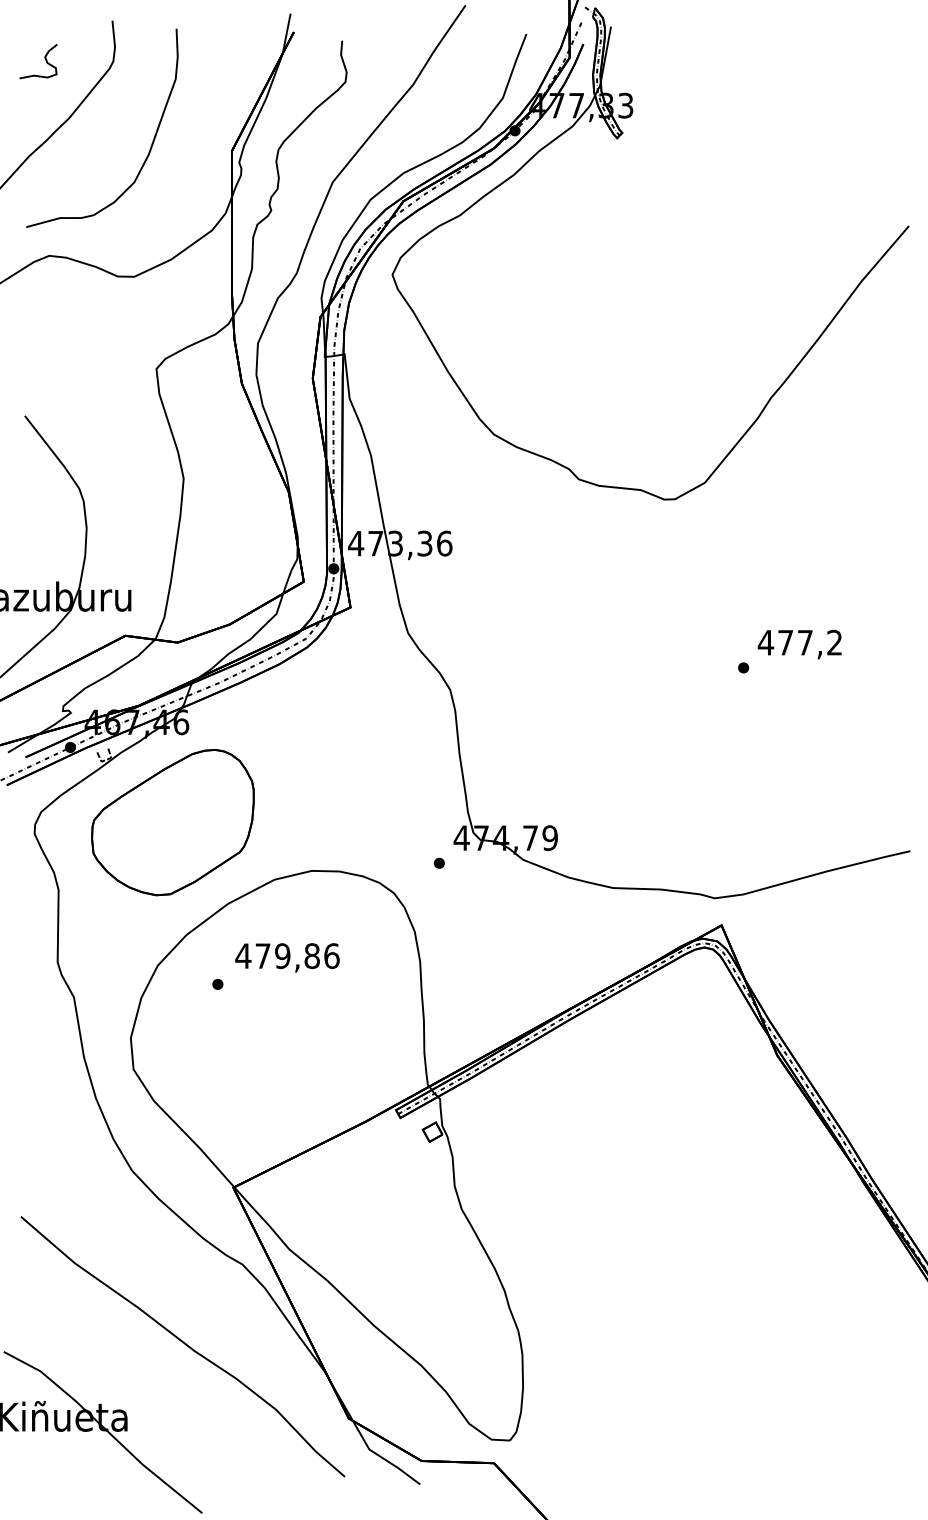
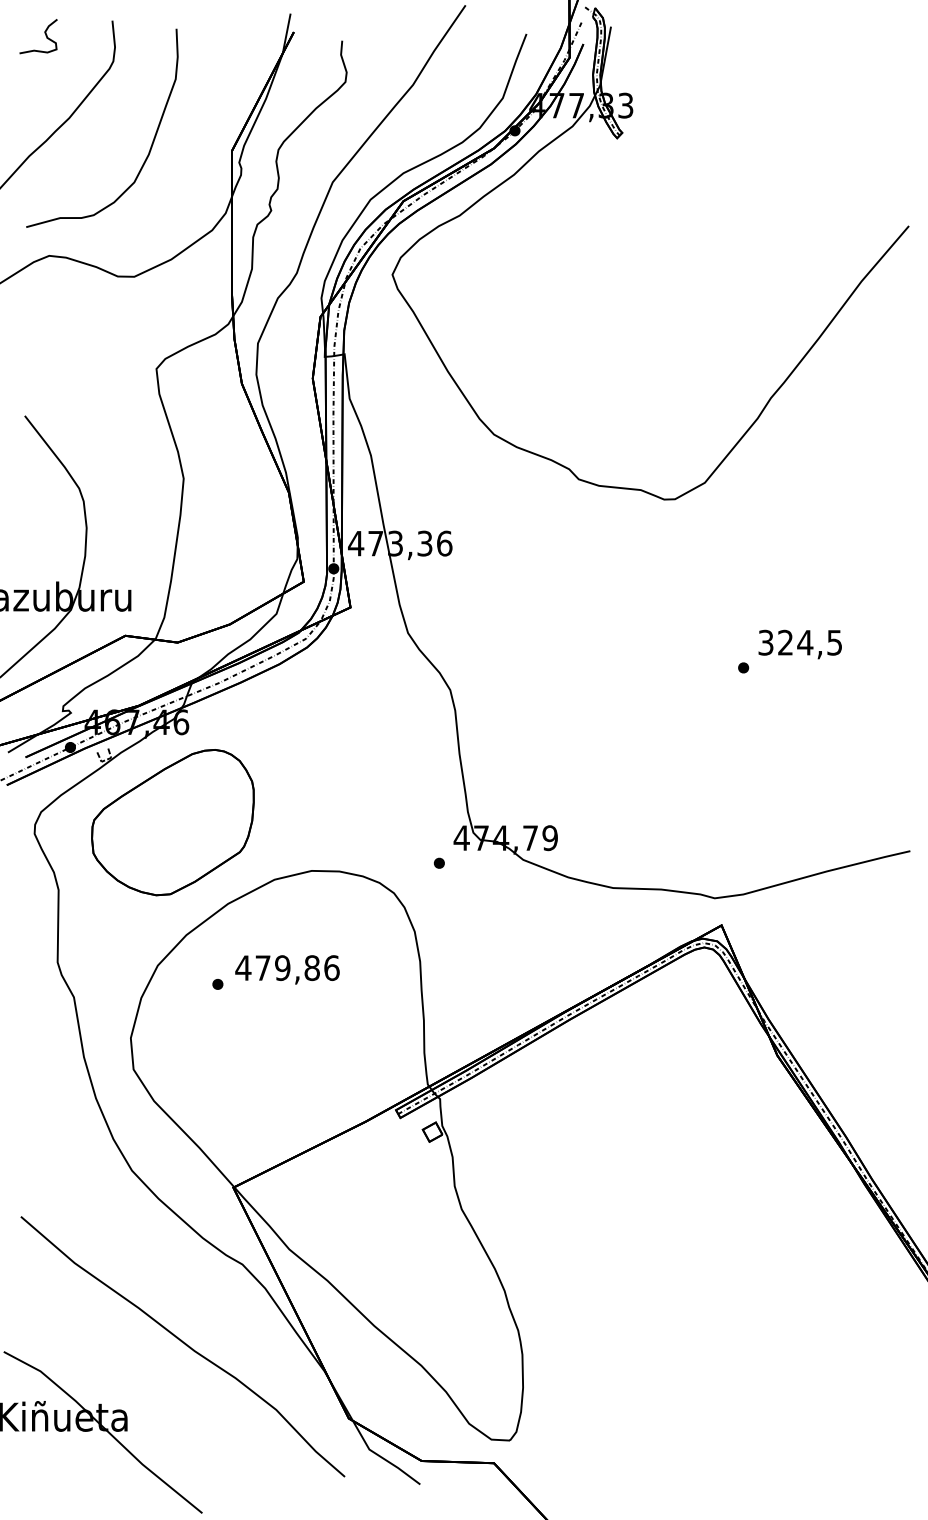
curve at (44, 58) position: (44, 58) -> (44, 33)
text at (799, 642): 477,2 -> 324,5
text at (287, 957) position: (287, 957) -> (287, 969)
